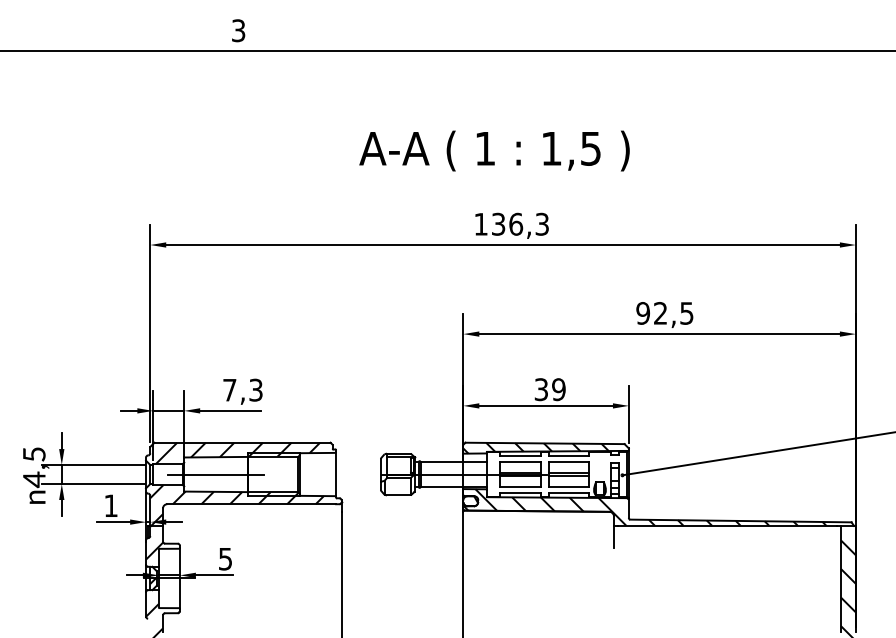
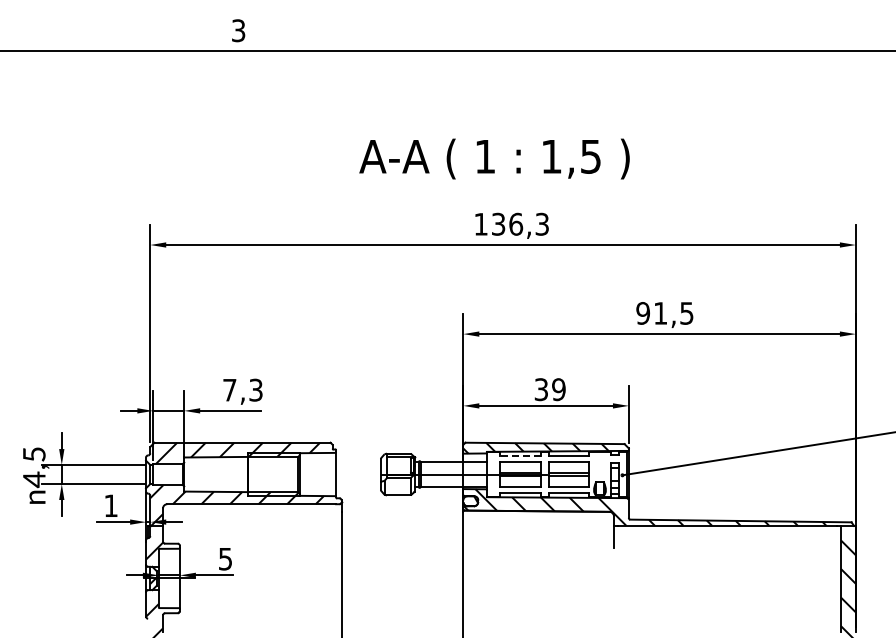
text at (494, 150) position: (494, 150) -> (494, 158)
text at (660, 313): 92,5 -> 91,5
line at (519, 456): solid -> dashed
line at (216, 474): present -> none
